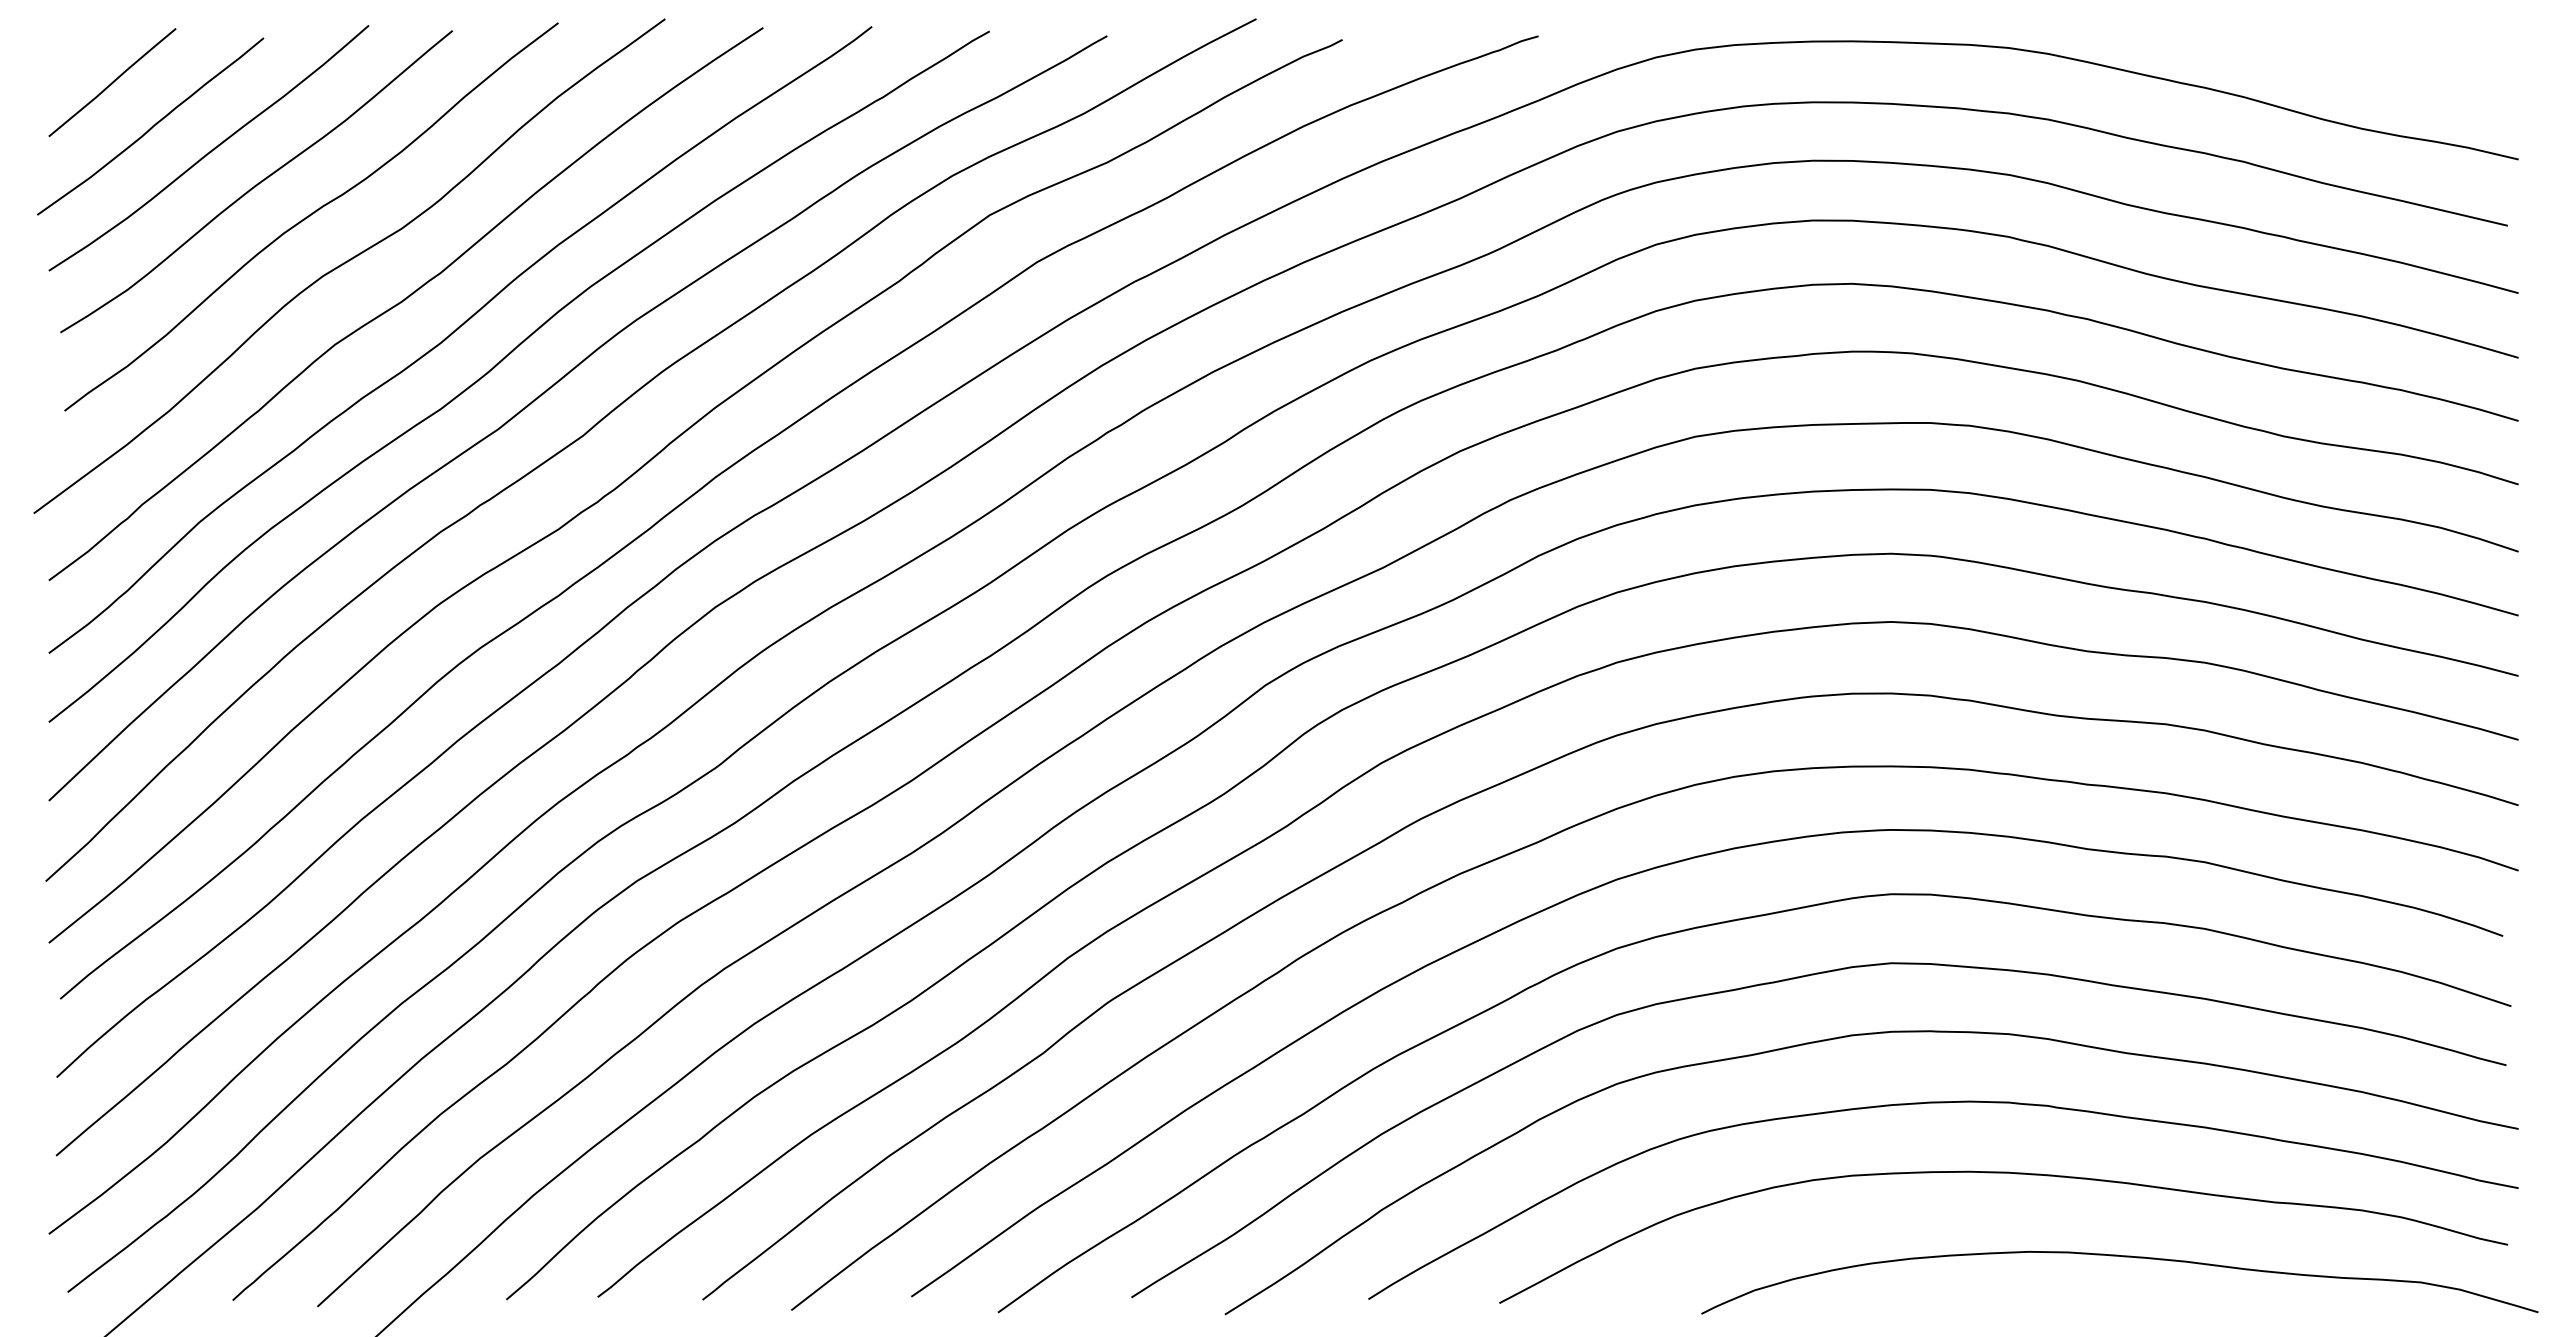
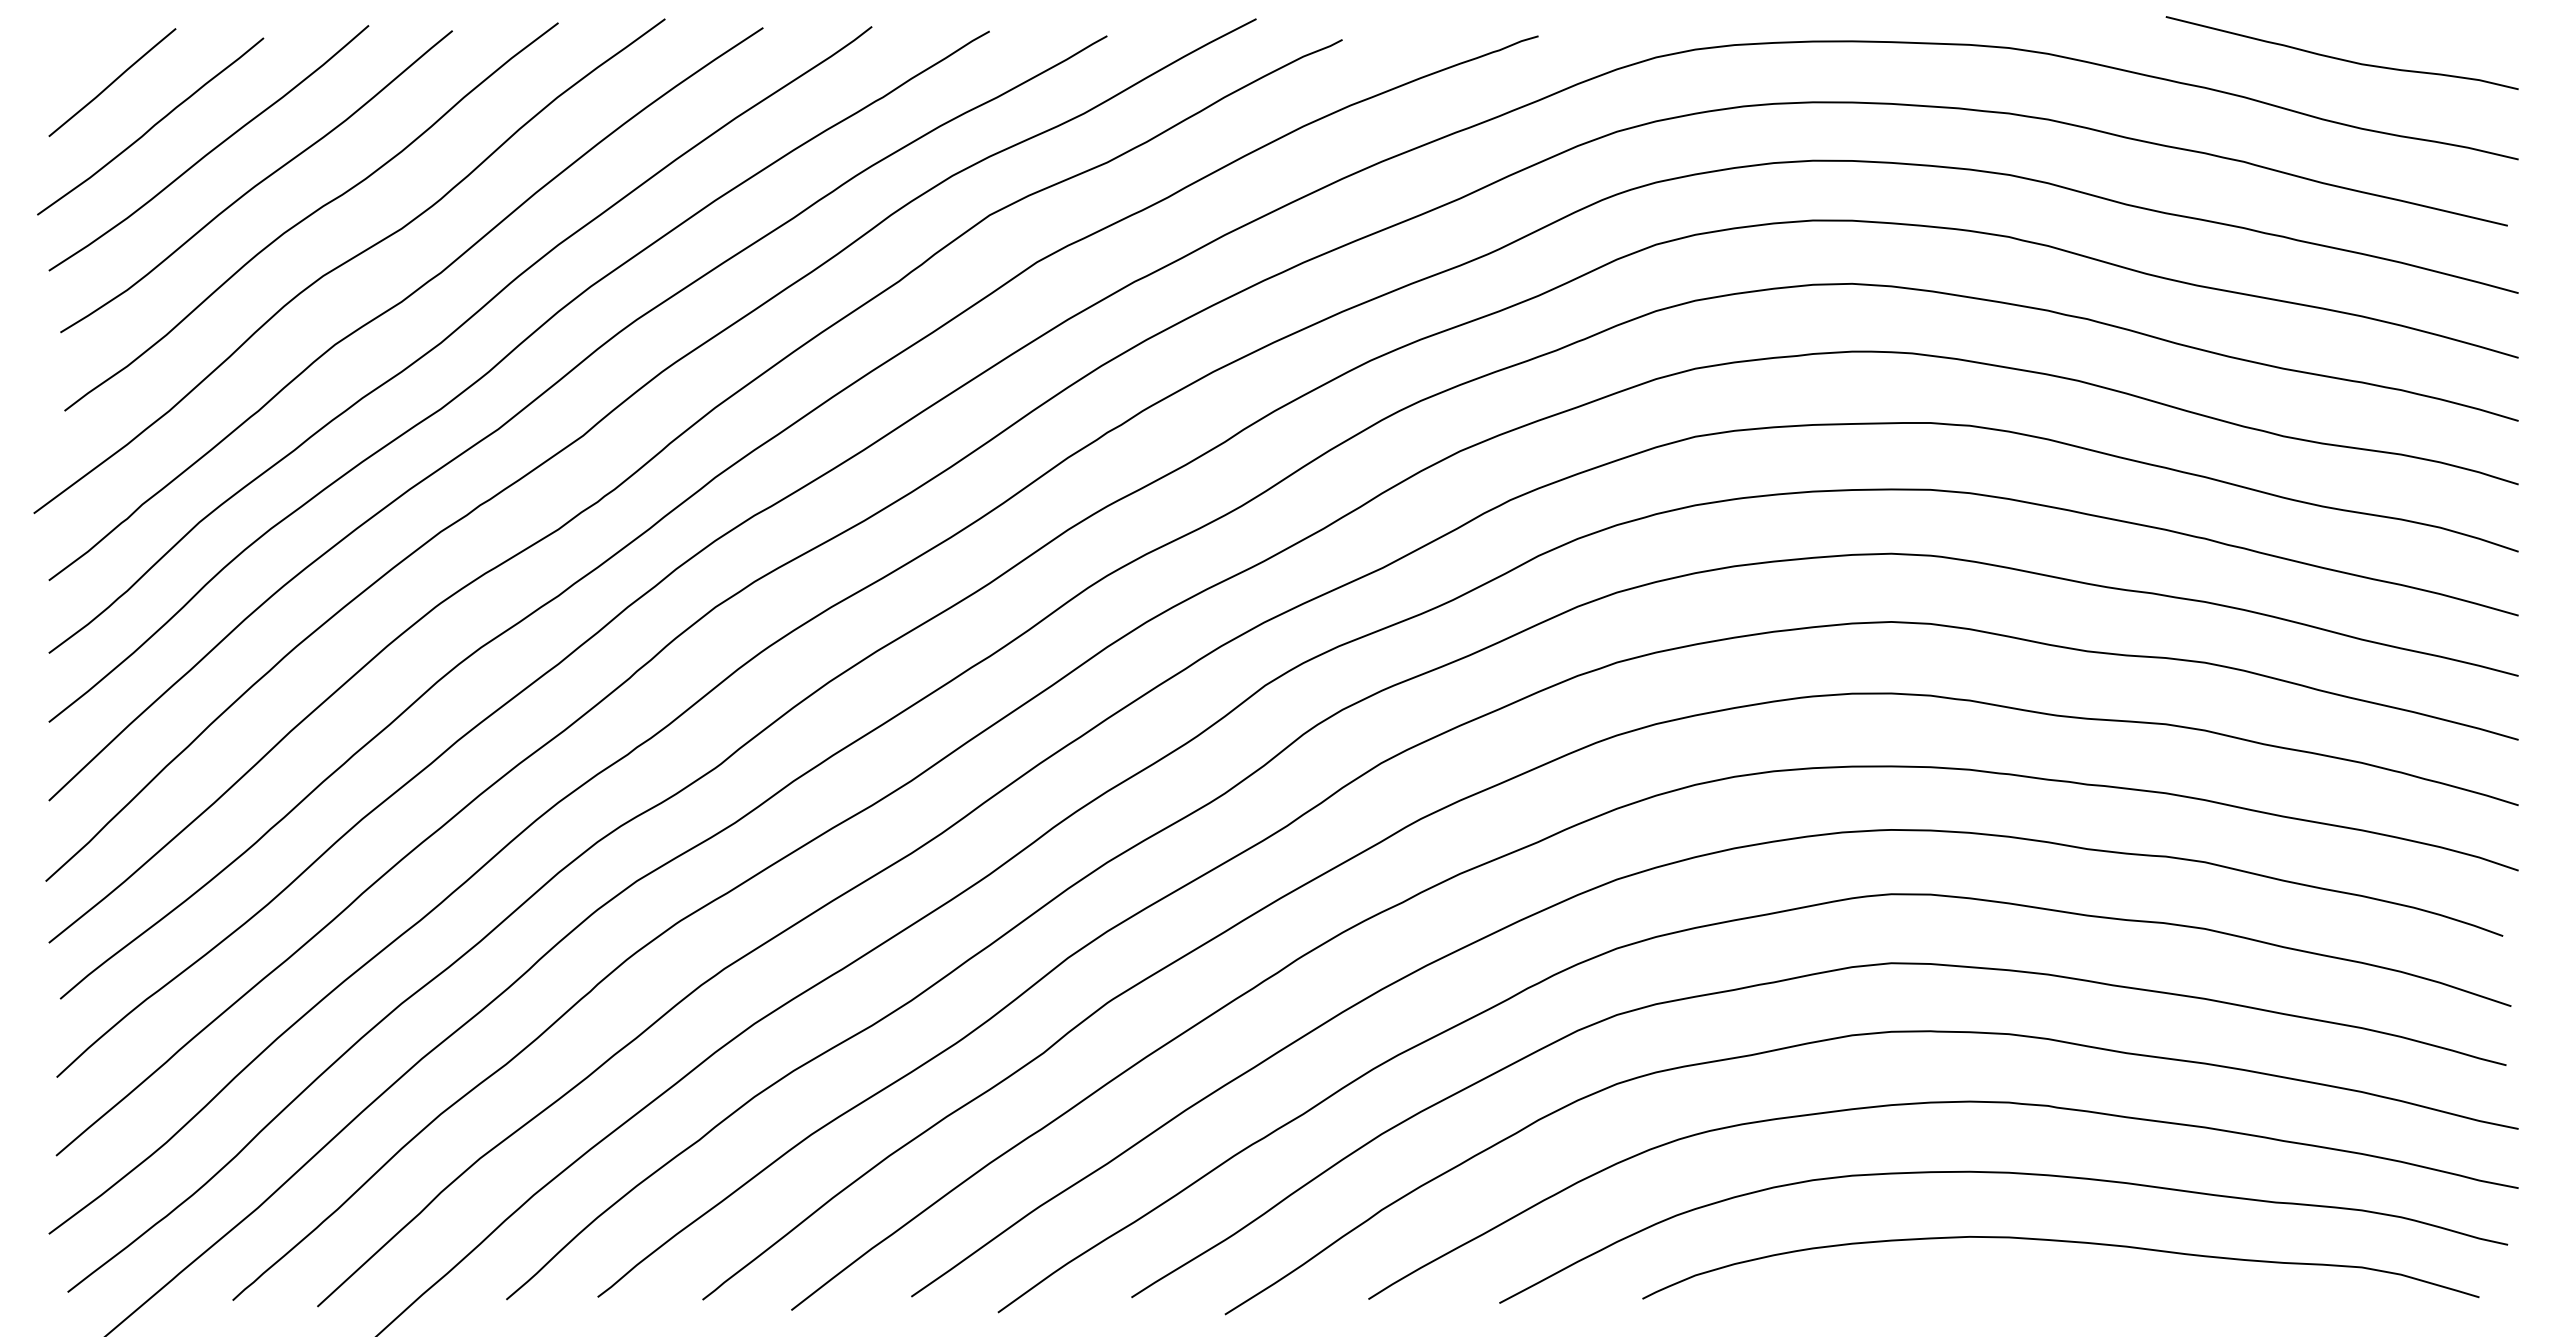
curve at (2341, 58): none -> present
curve at (2123, 1257) position: (2123, 1257) -> (2064, 1242)
